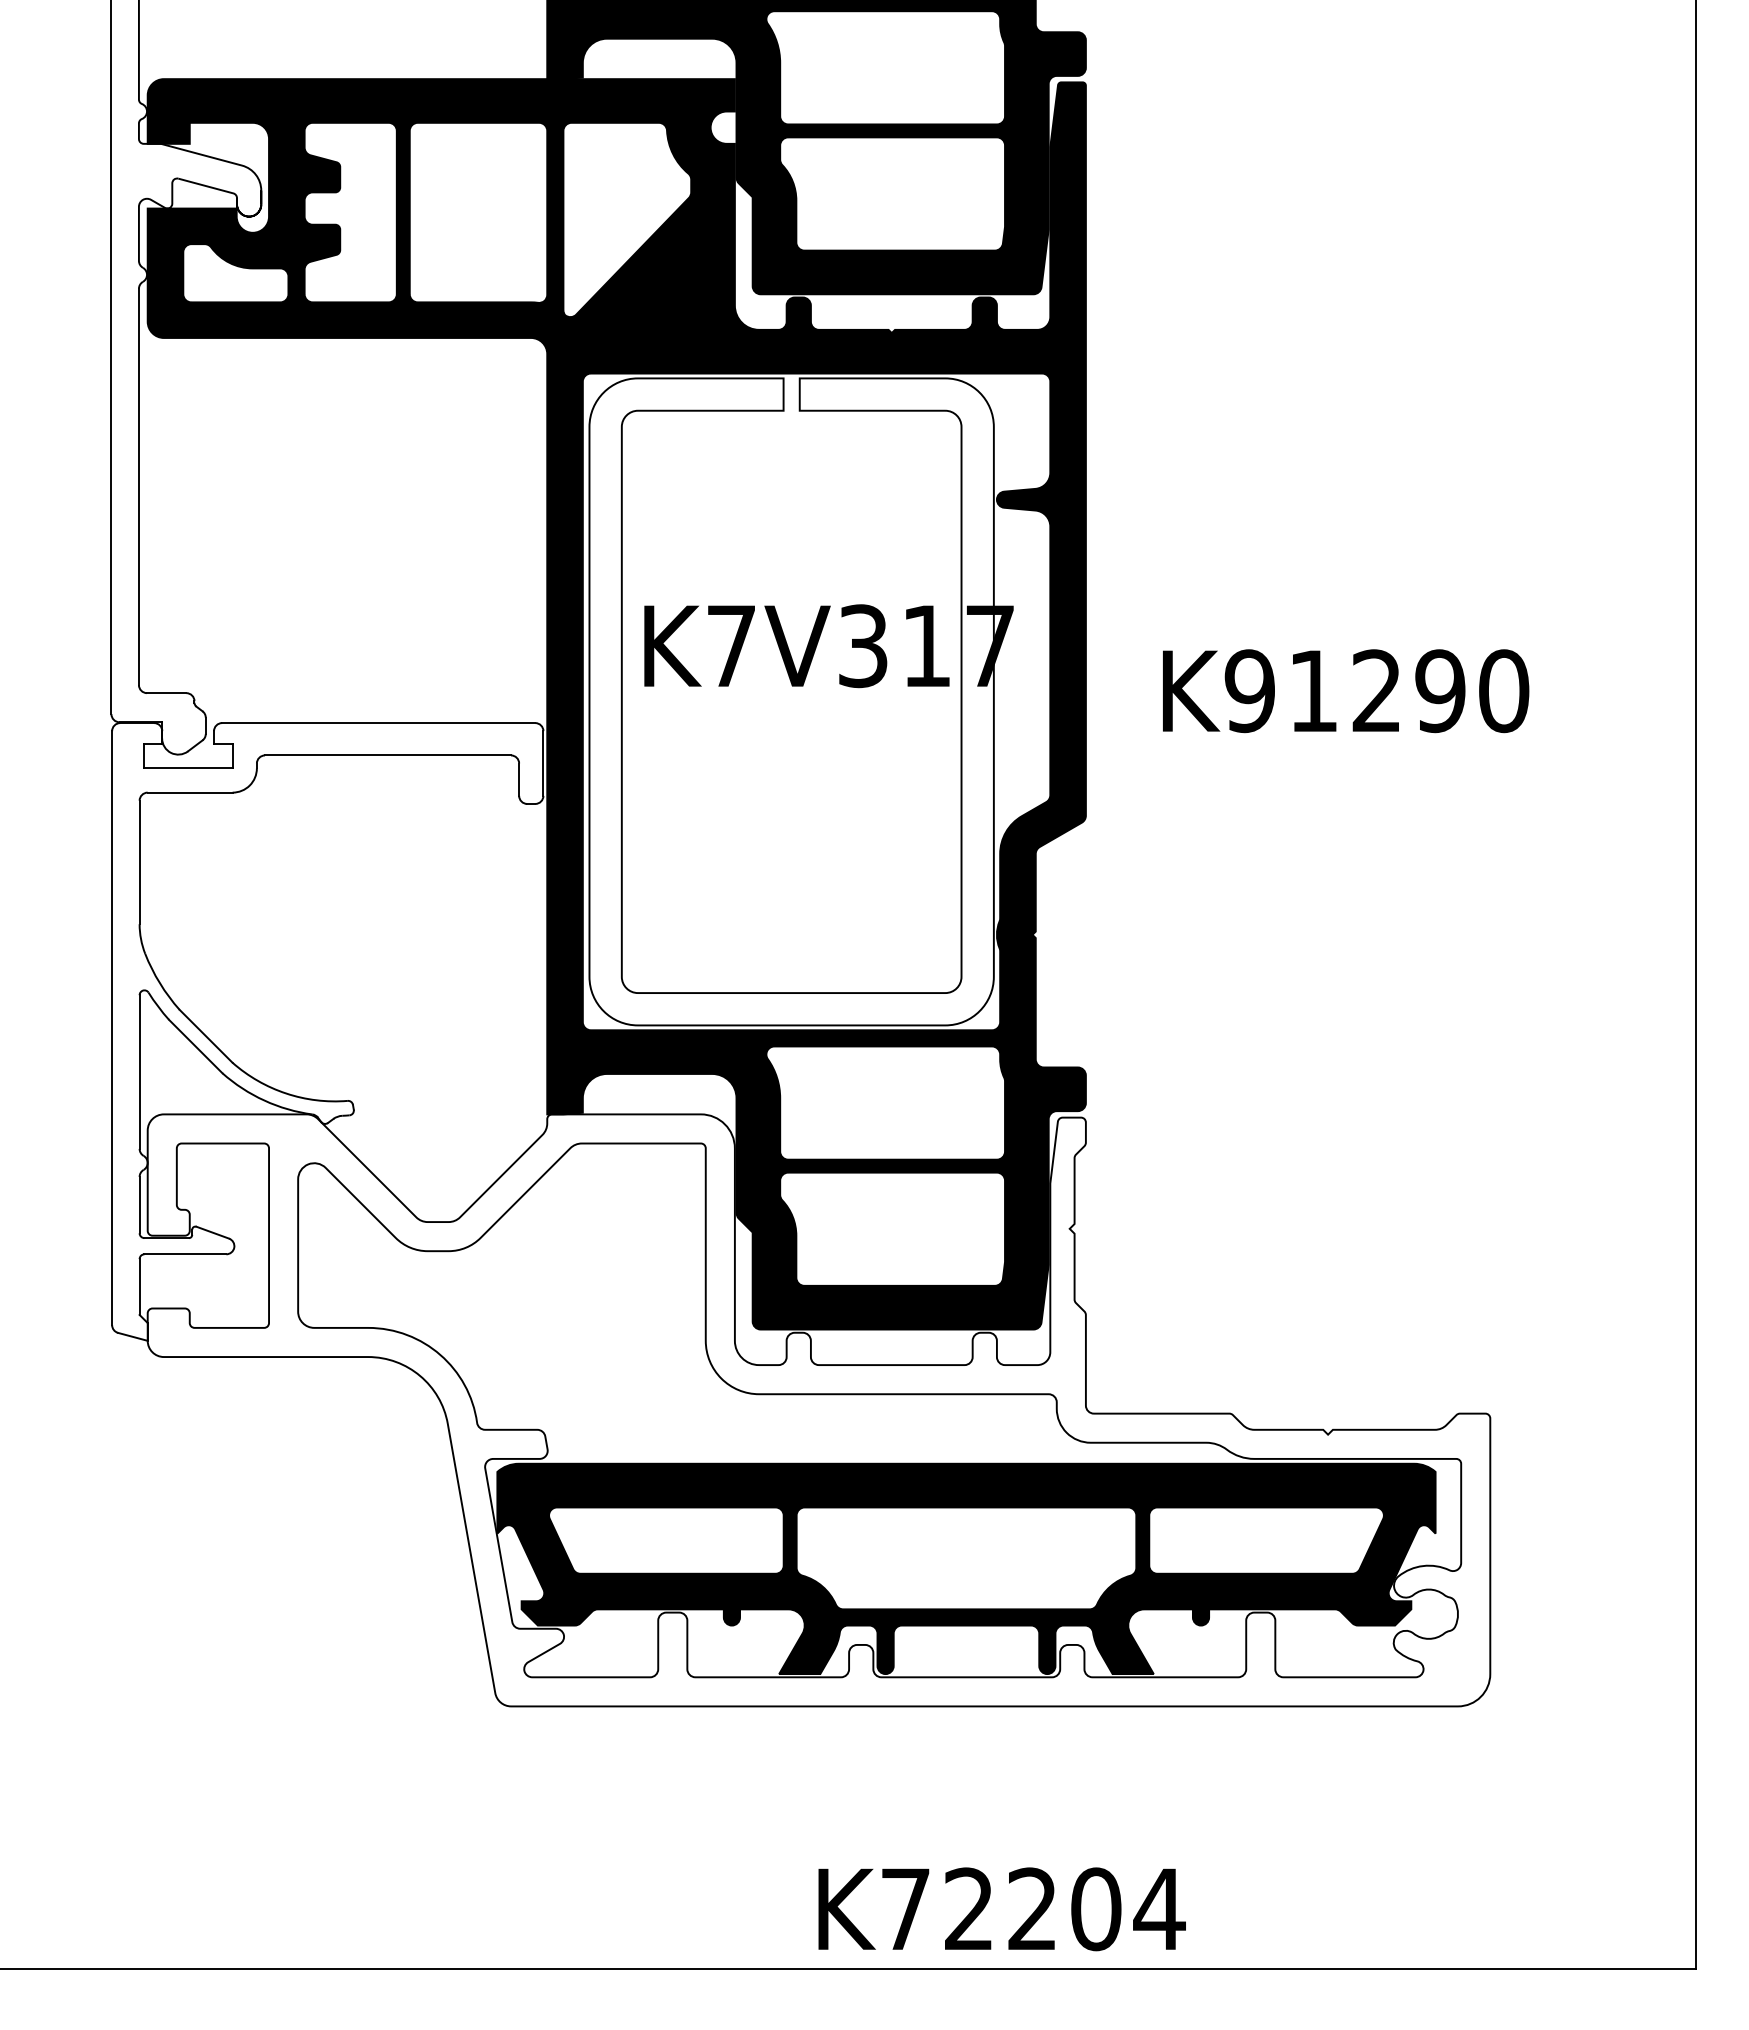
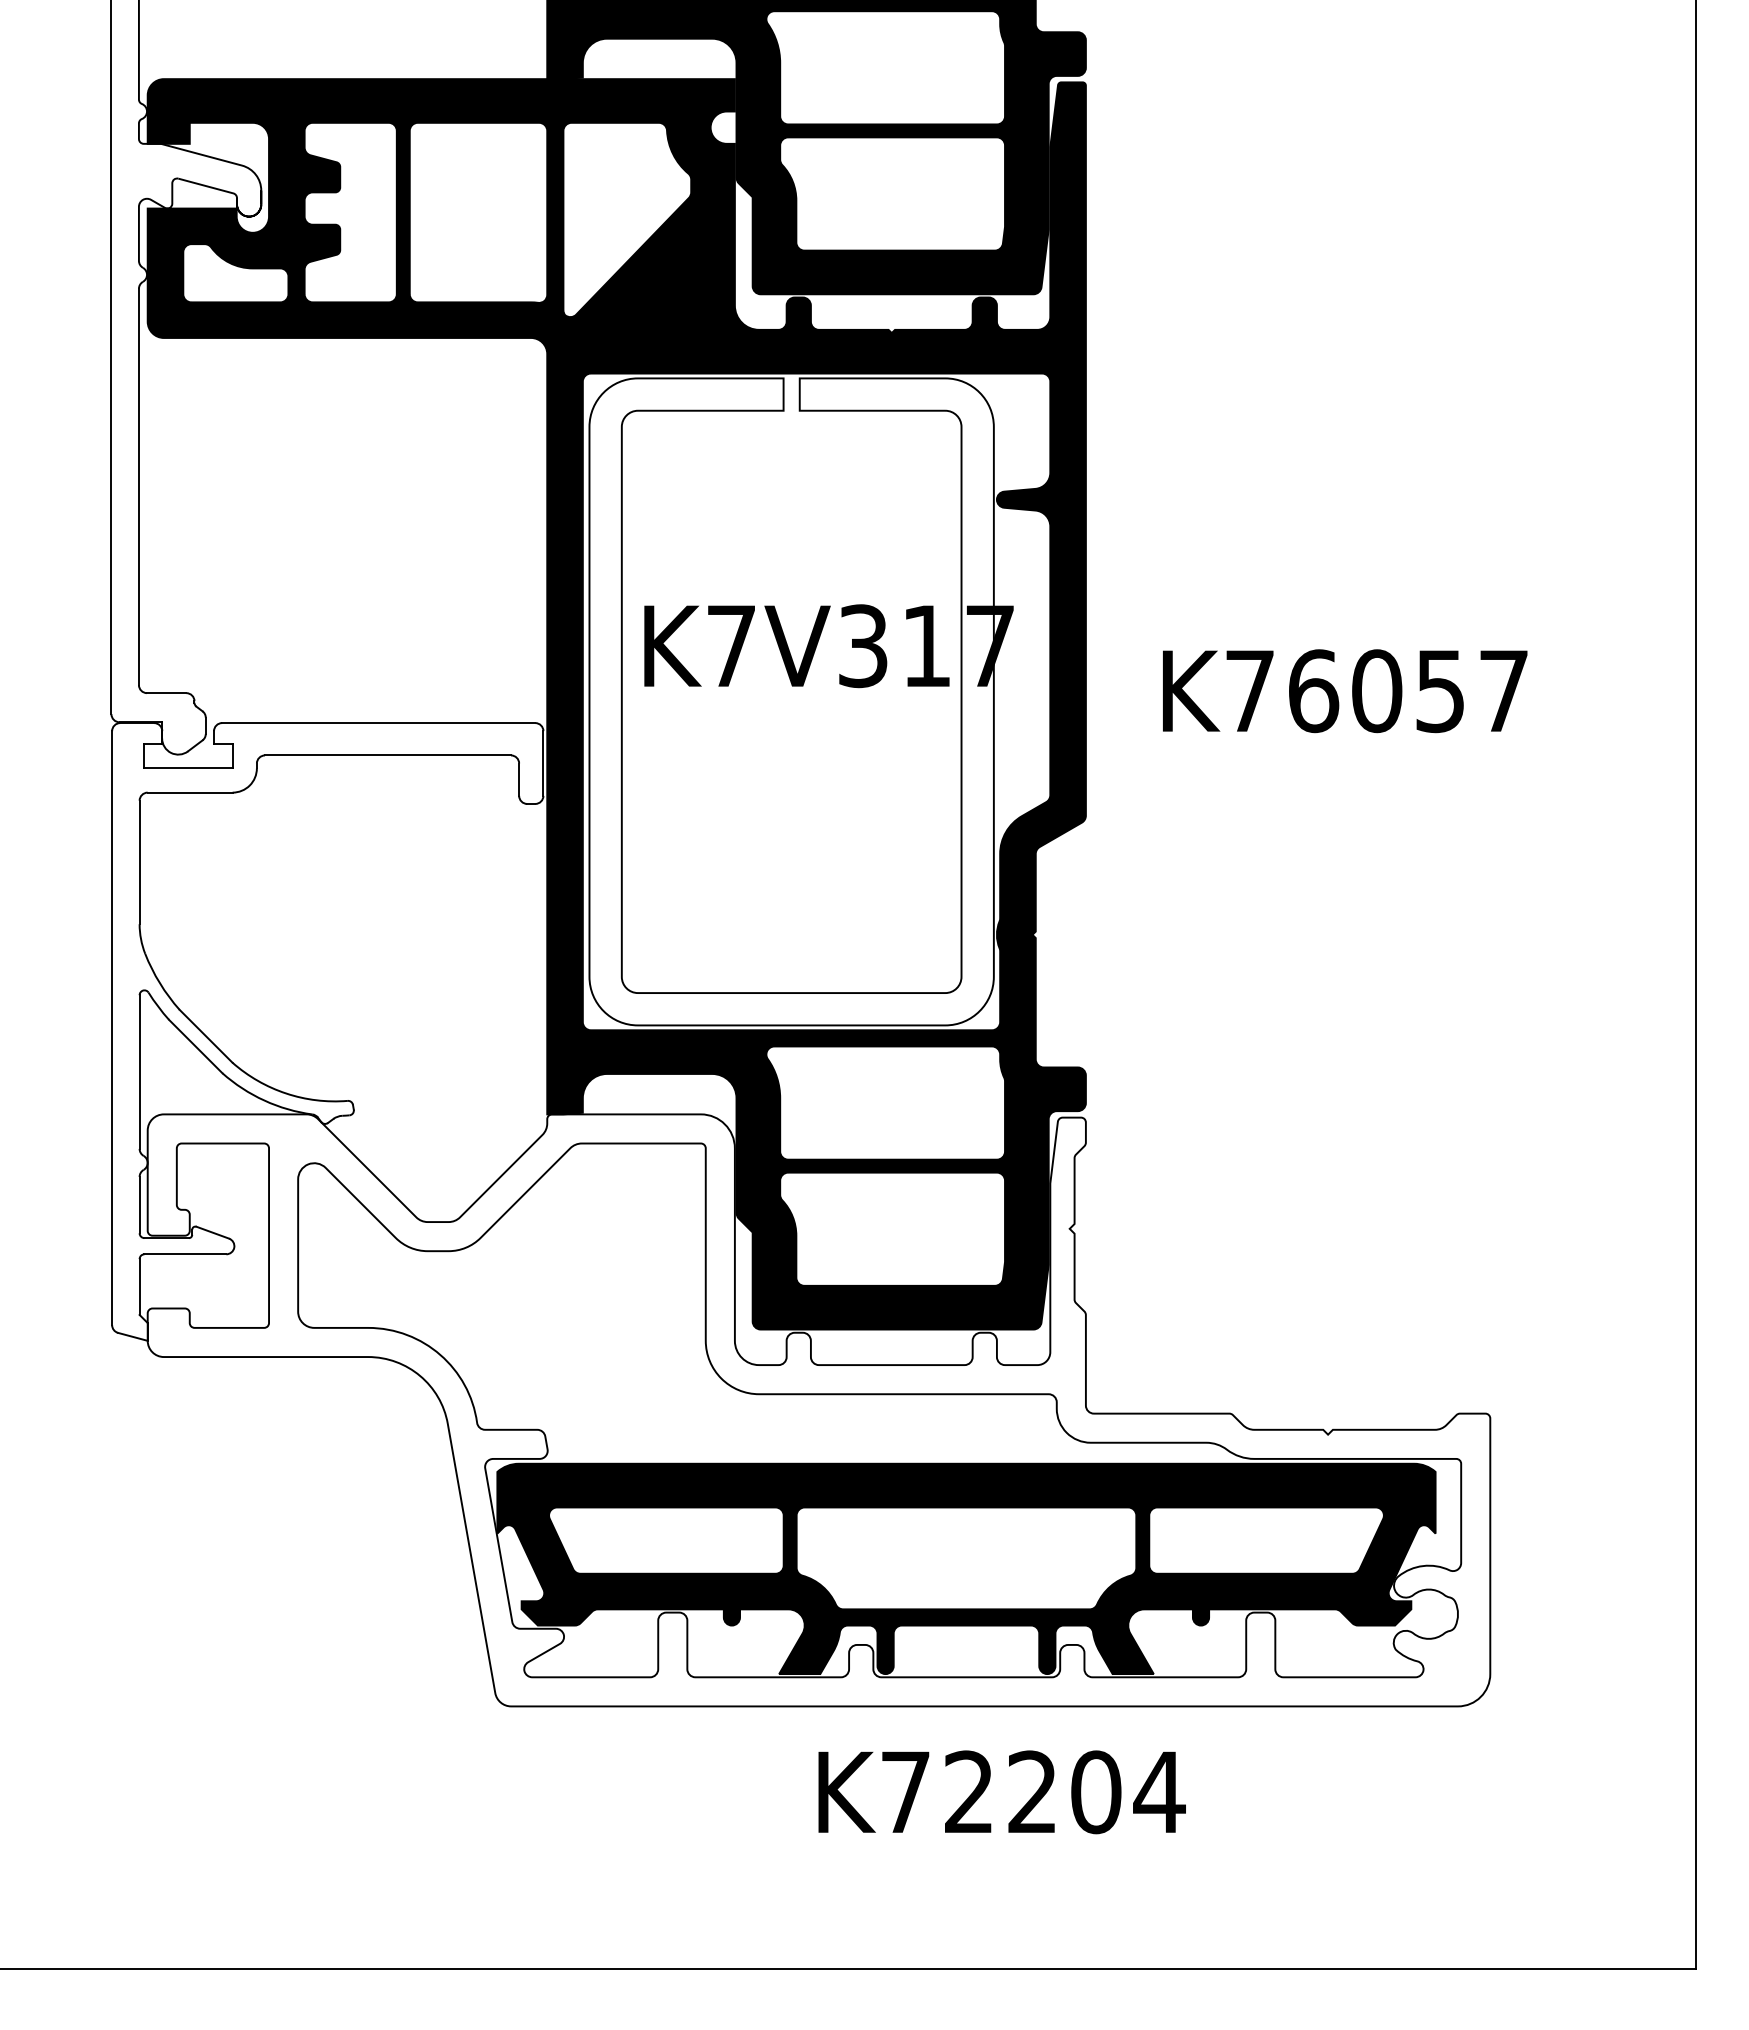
text at (1376, 691): K91290 -> K76057
text at (1001, 1909) position: (1001, 1909) -> (1001, 1792)
